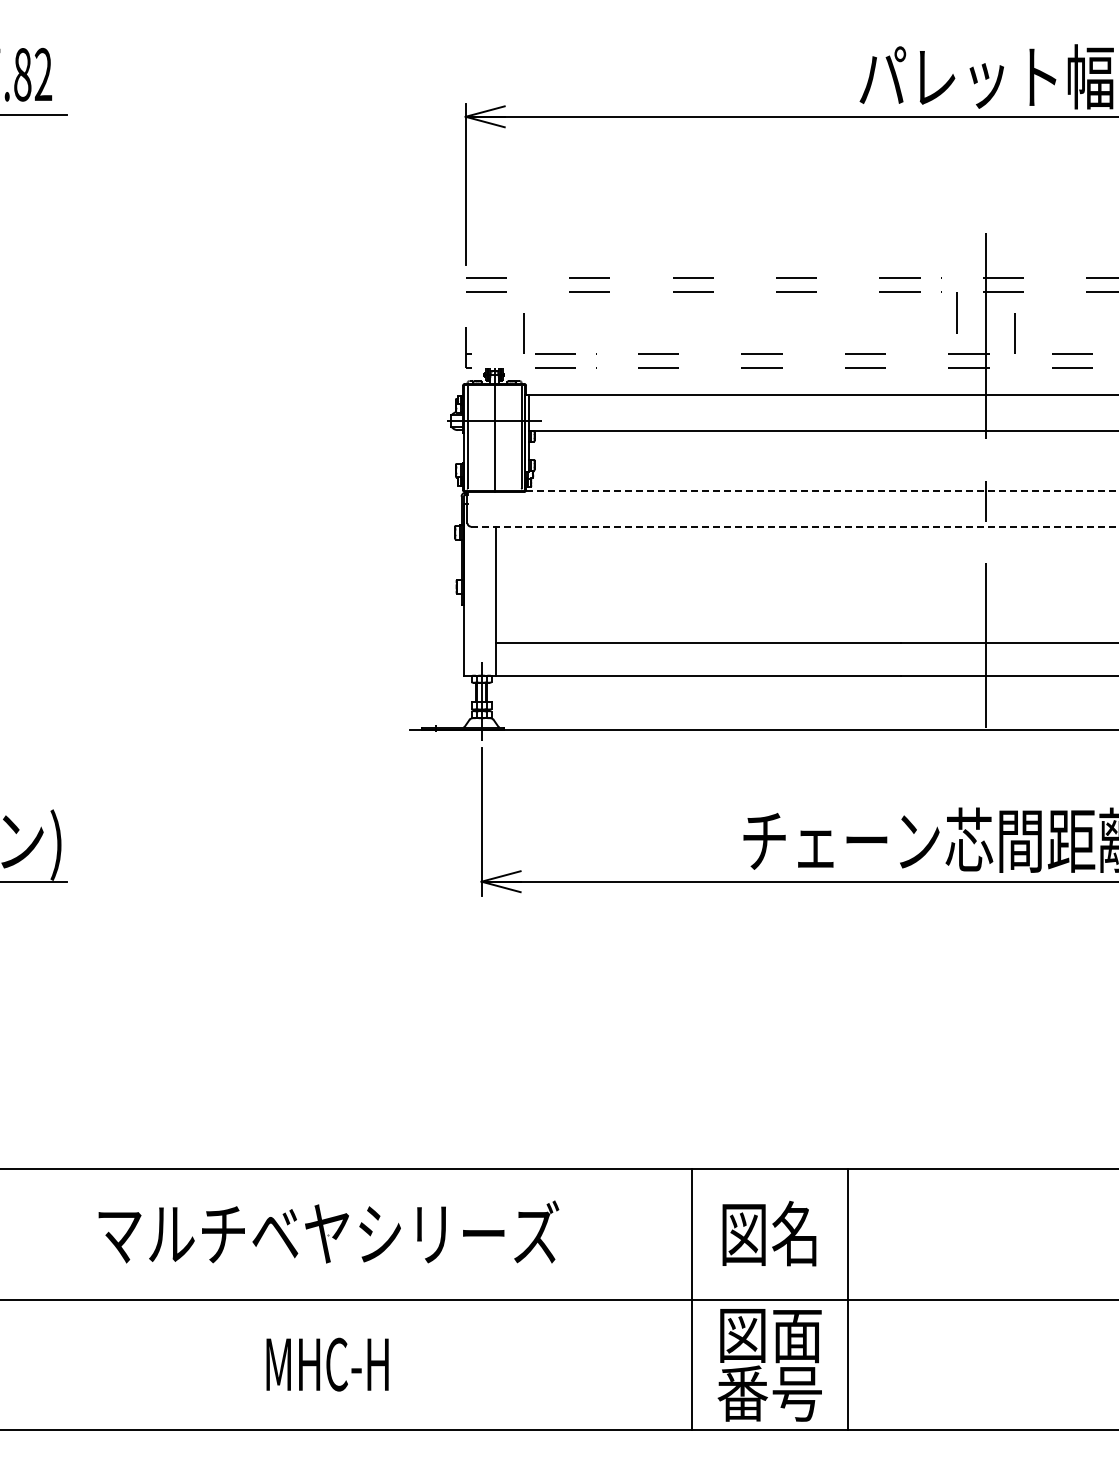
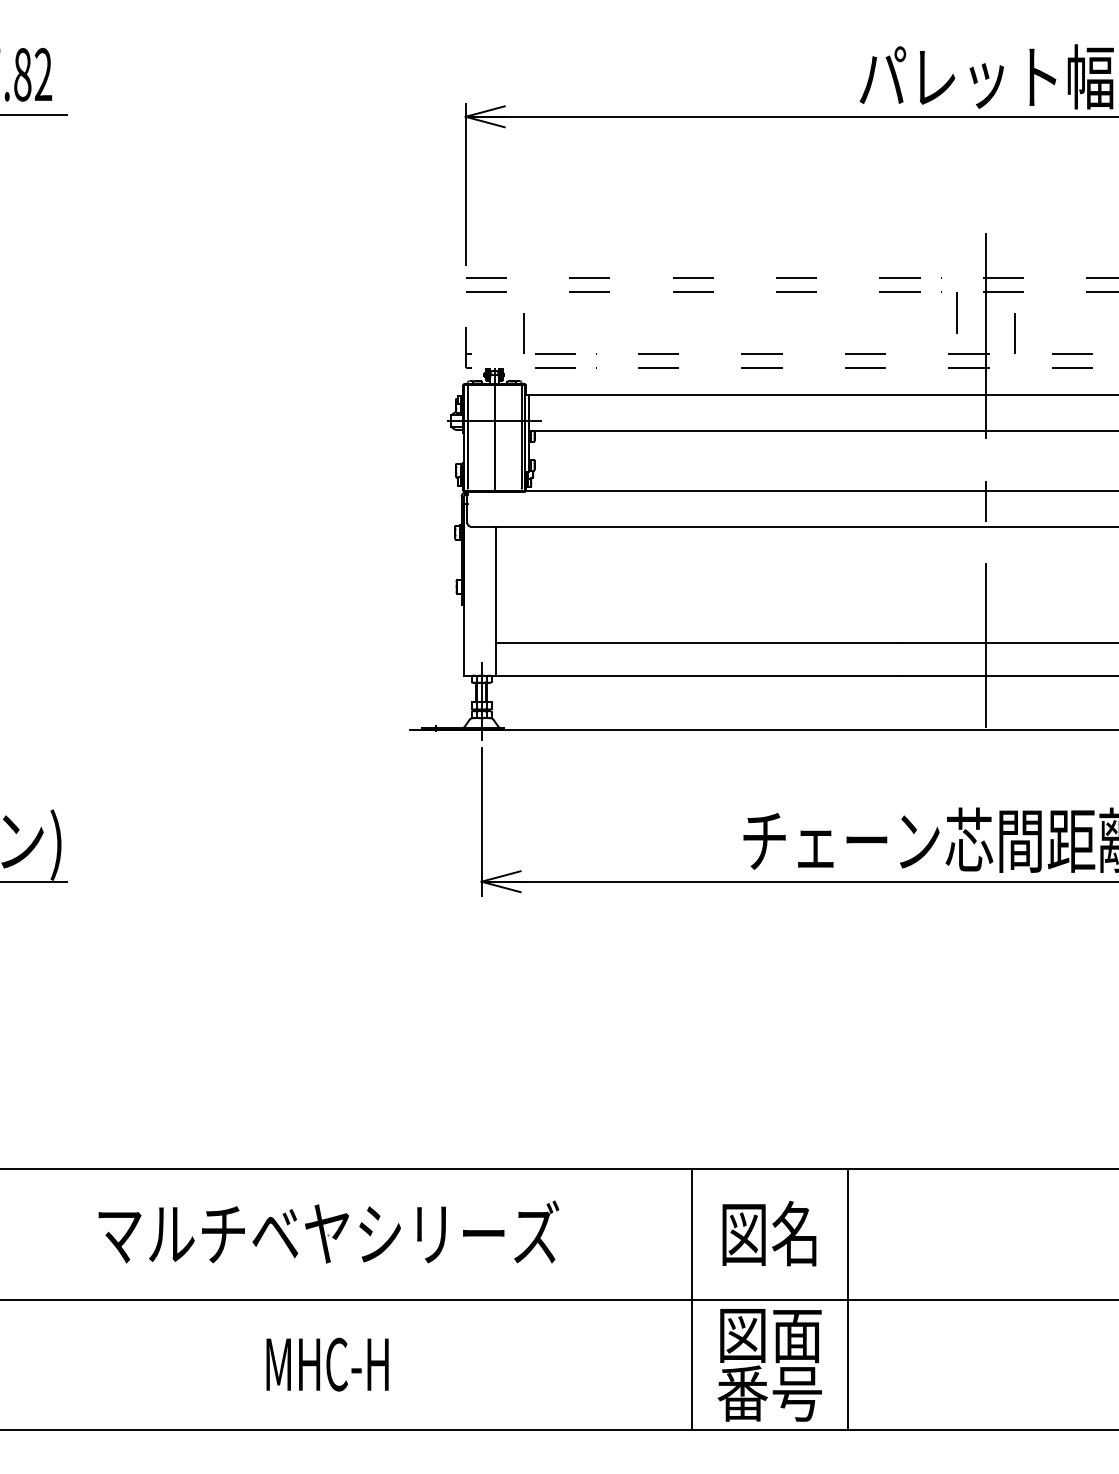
line at (821, 490): dashed -> solid
line at (794, 526): dashed -> solid
